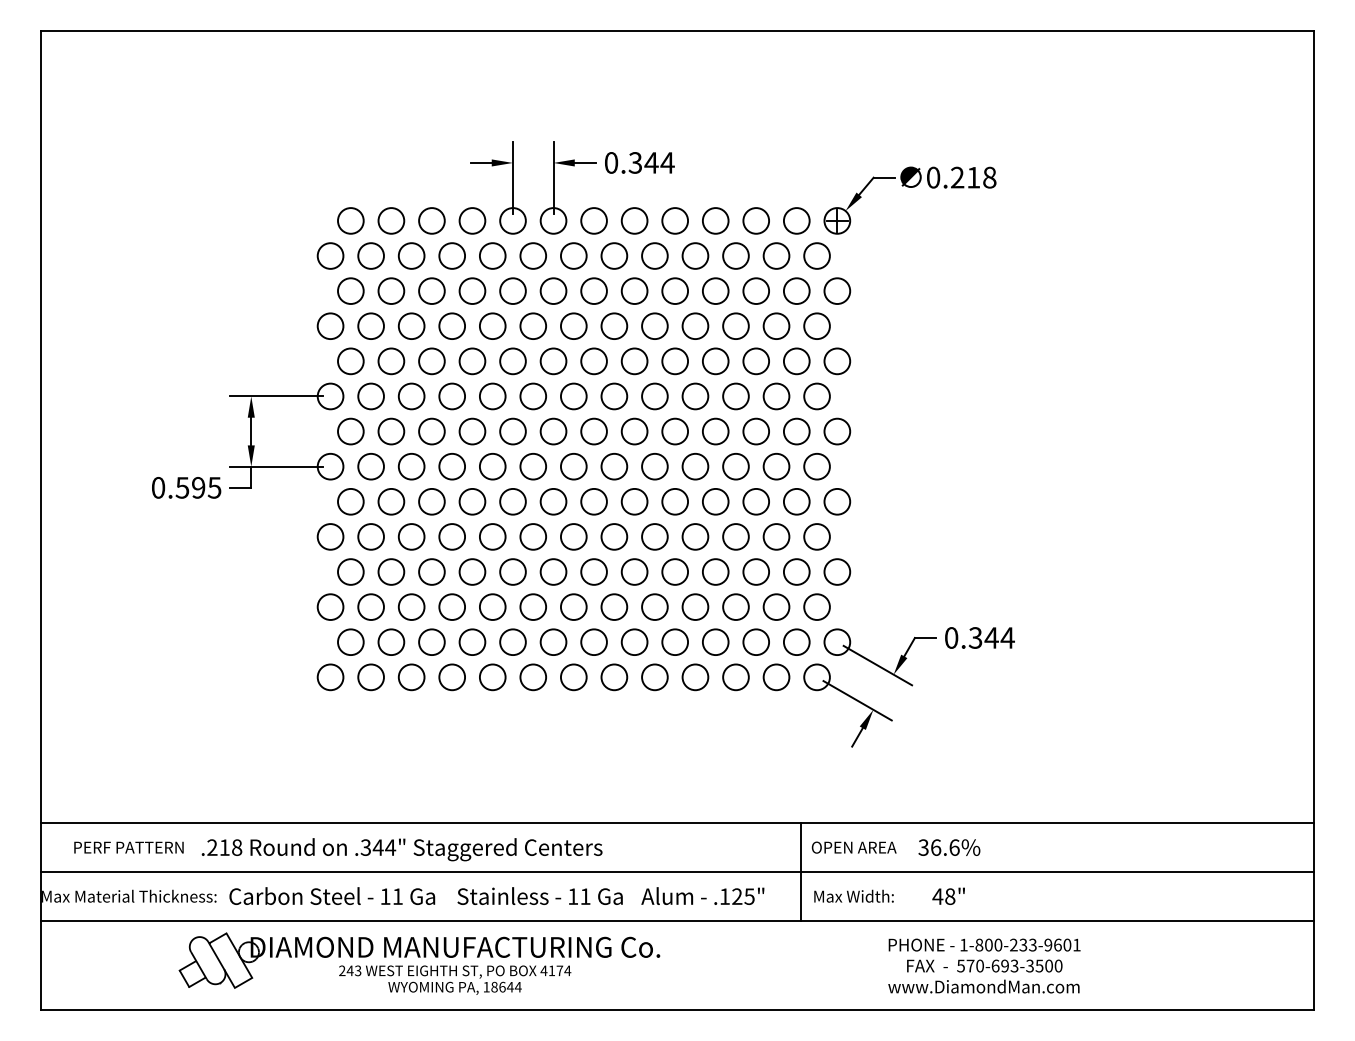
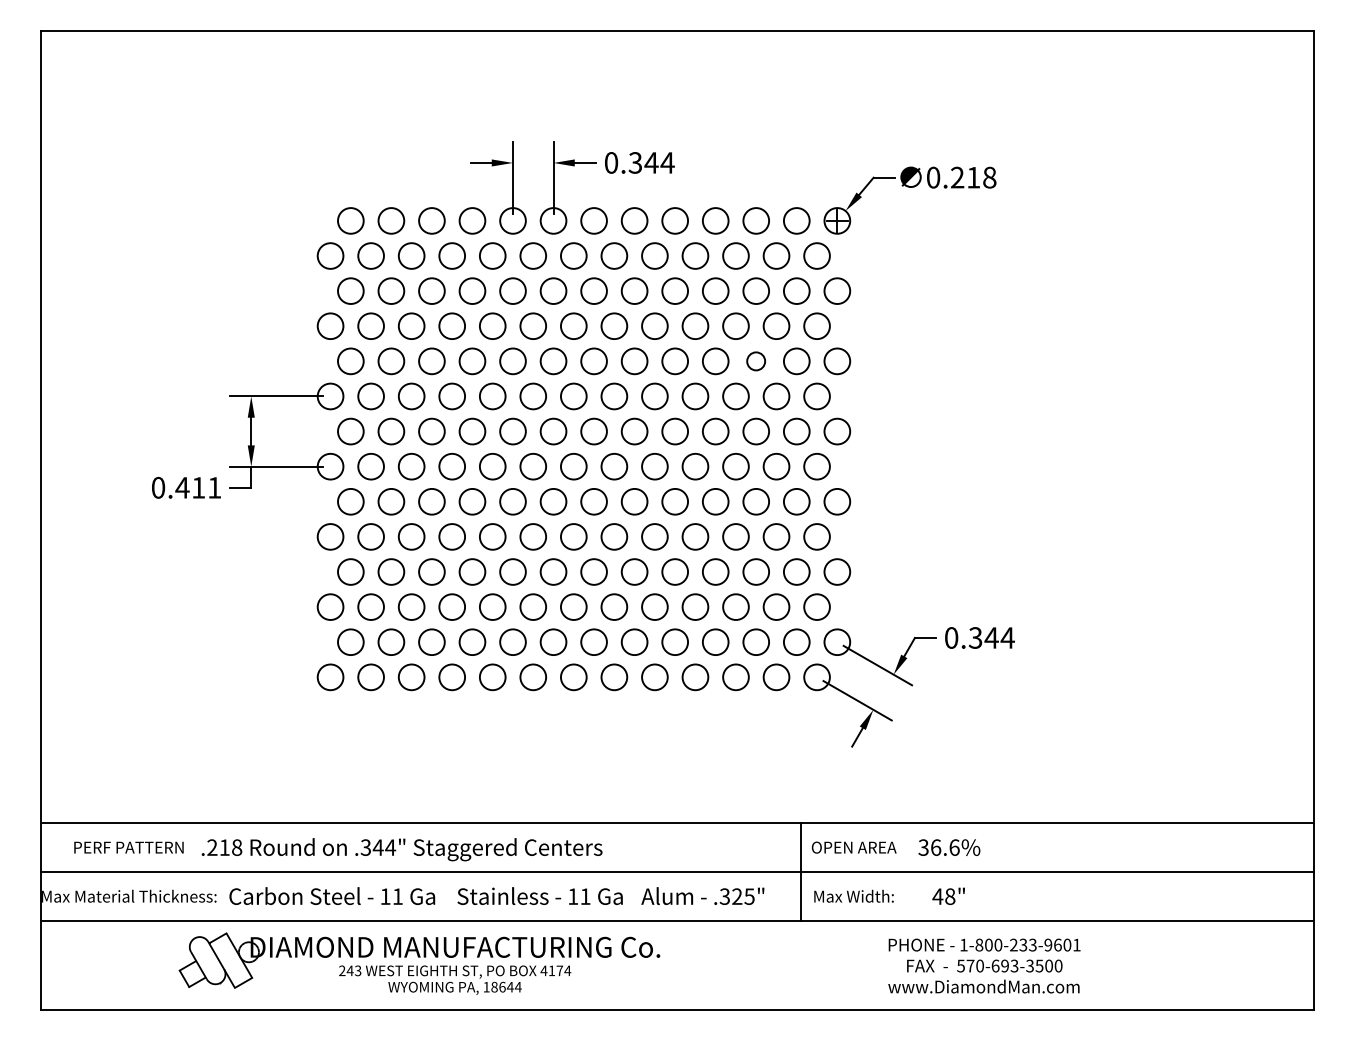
circle at (755, 361) size: 28x29 px -> 20x21 px
text at (198, 487): 0.595 -> 0.411
text at (724, 896): .125" -> .325"
